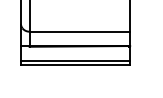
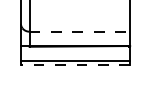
line at (80, 31): solid -> dashed
line at (75, 65): solid -> dashed
